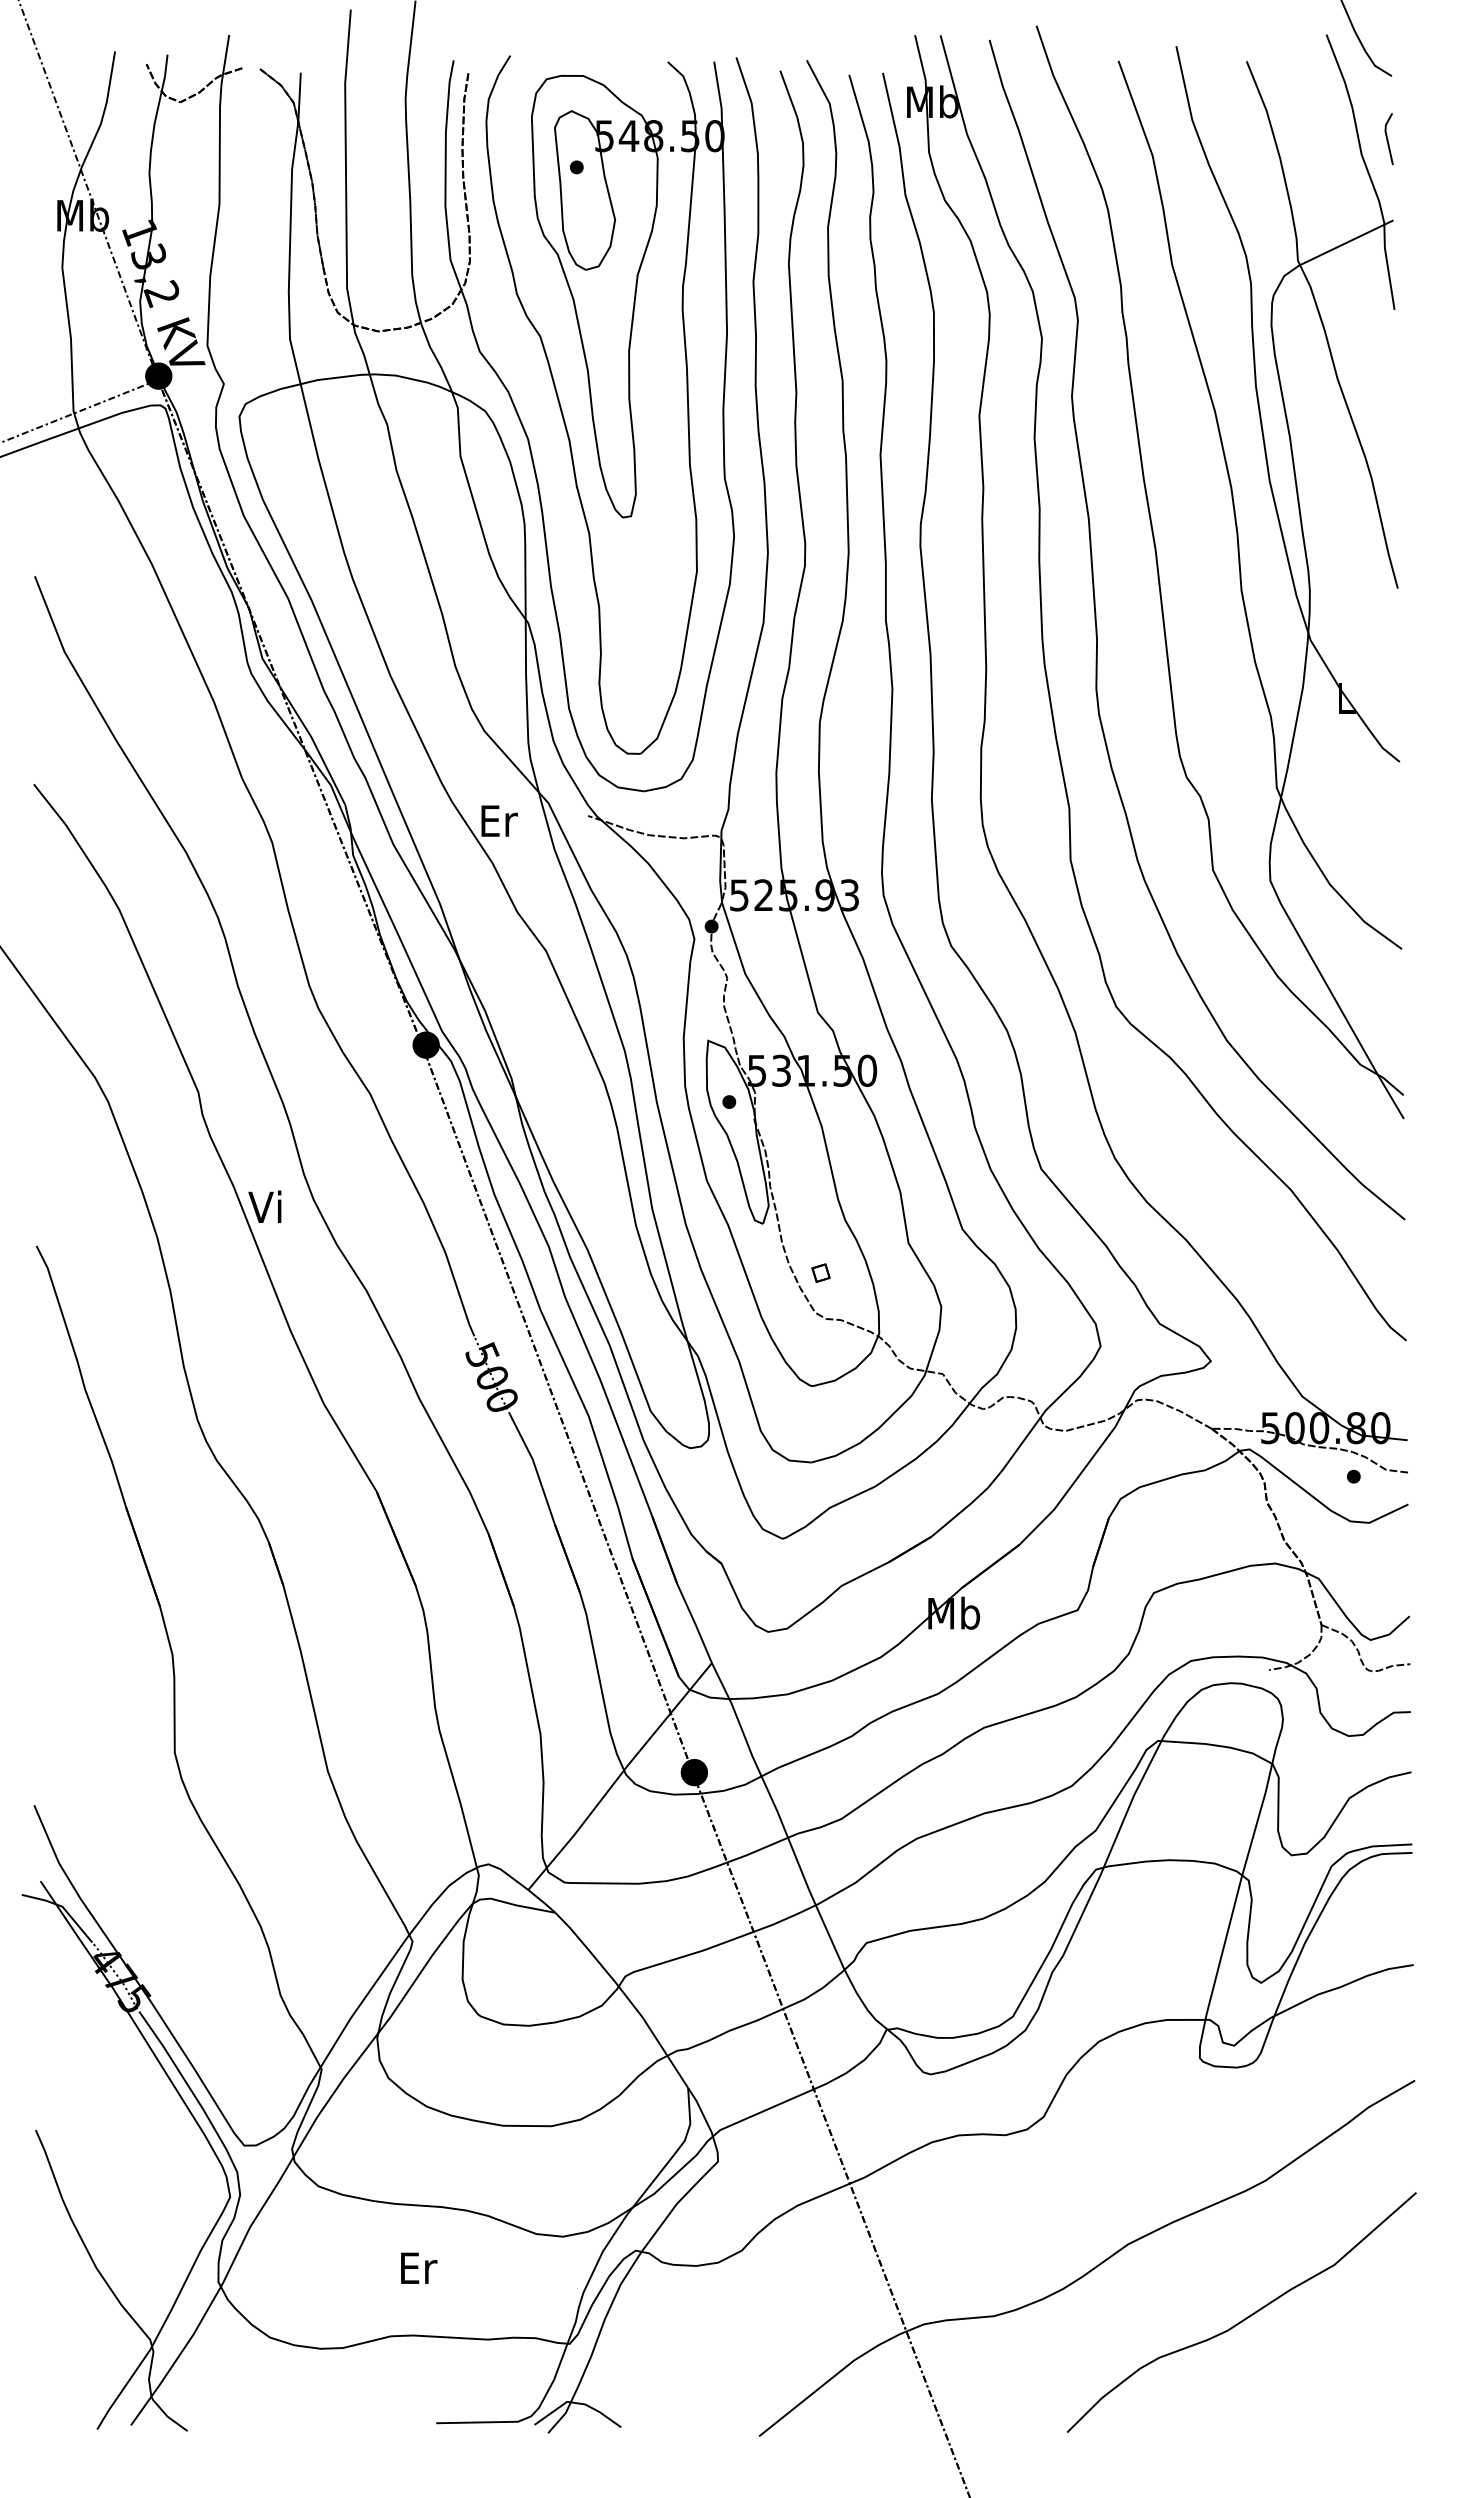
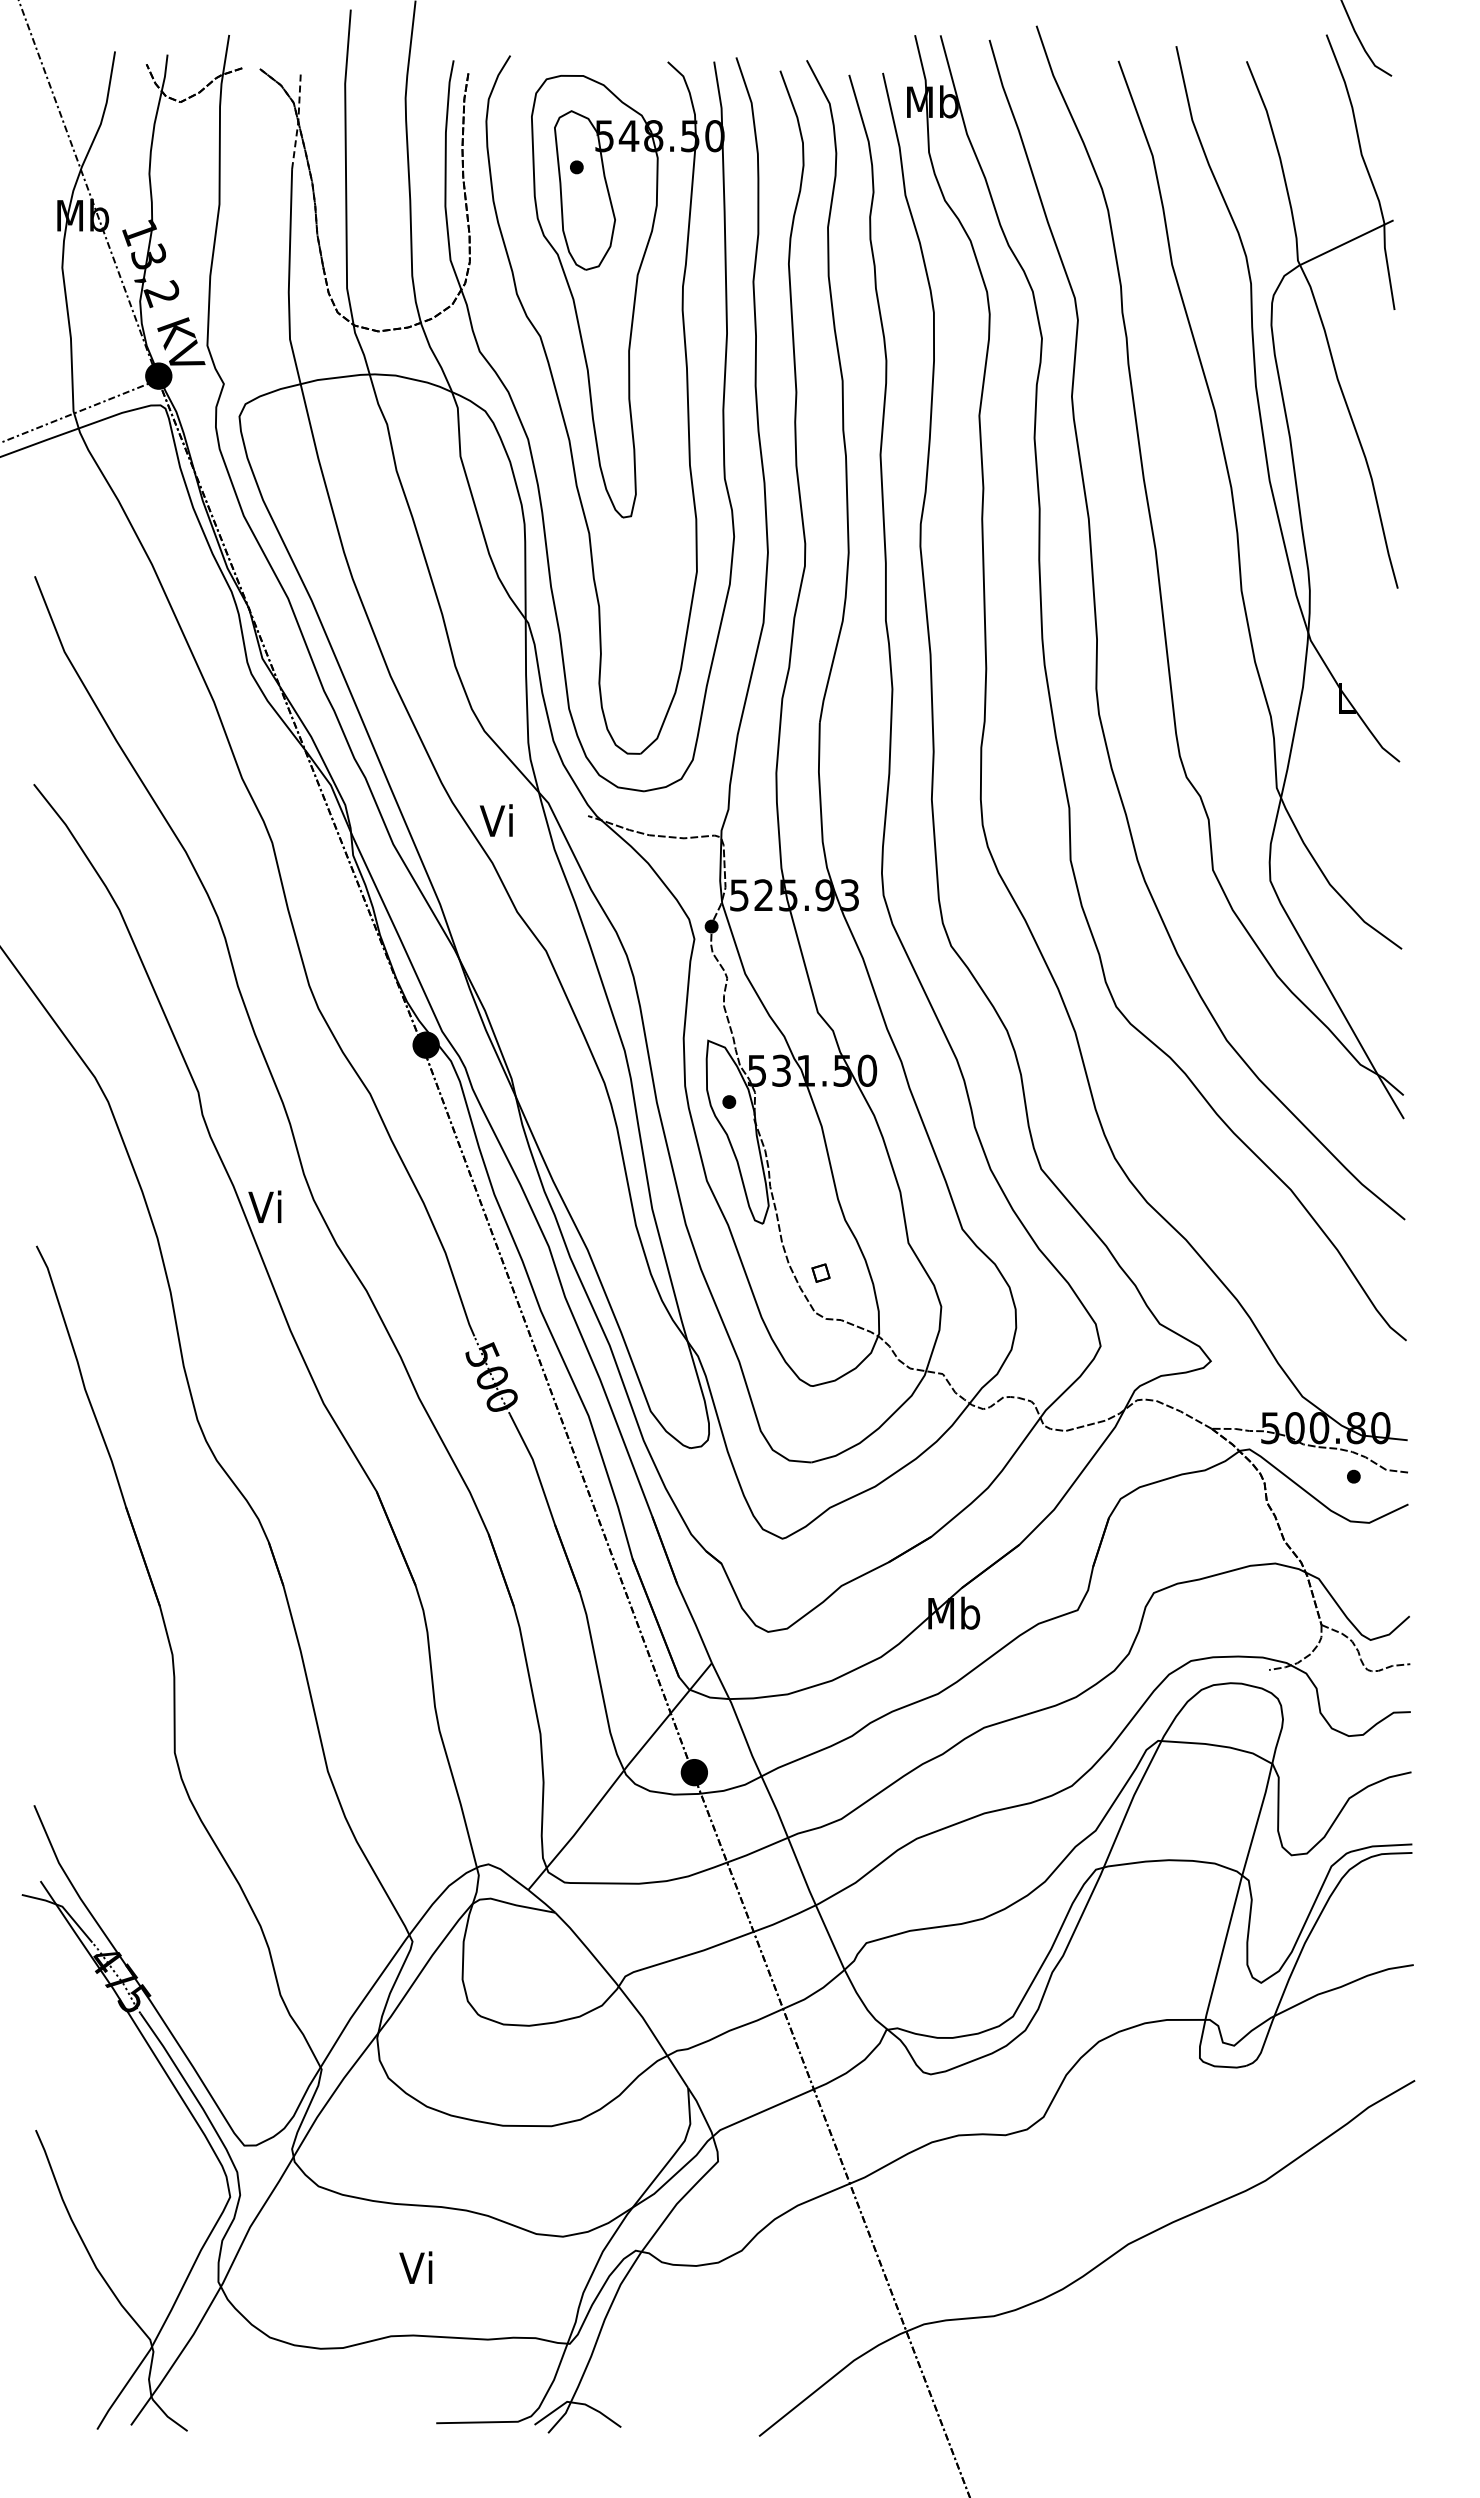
line at (298, 121): solid -> dashed
line at (1388, 139): present -> none
text at (498, 820): Er -> Vi
text at (418, 2267): Er -> Vi
curve at (1244, 2318): present -> none
